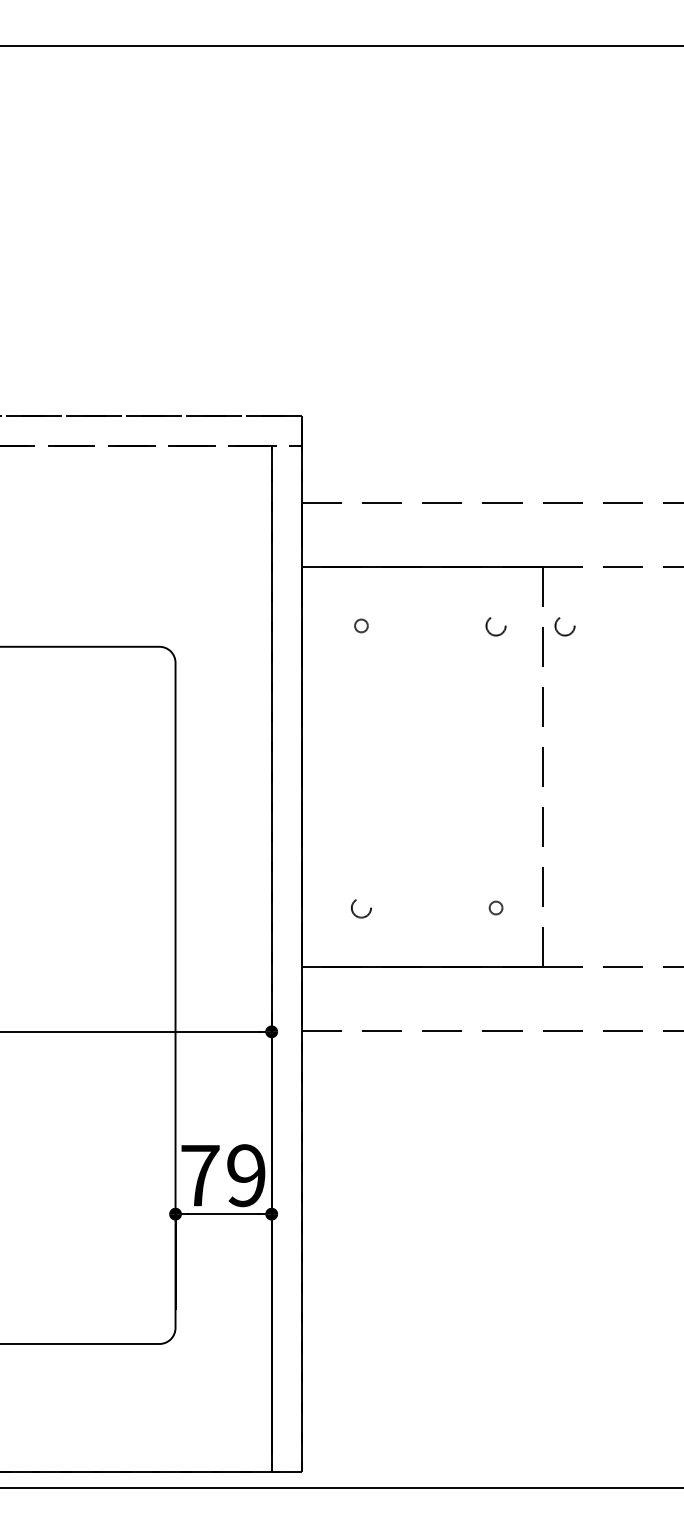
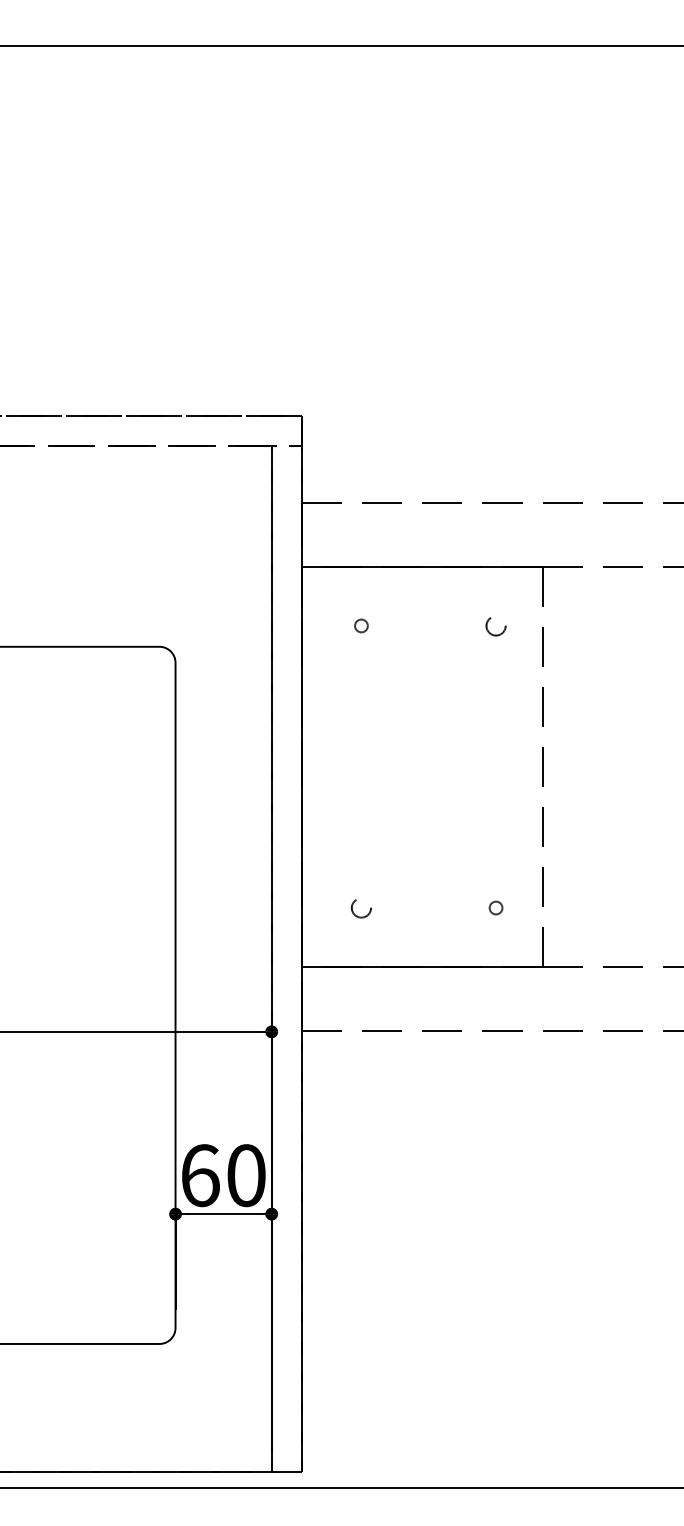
circle at (564, 626): present -> none
text at (223, 1175): 79 -> 60
